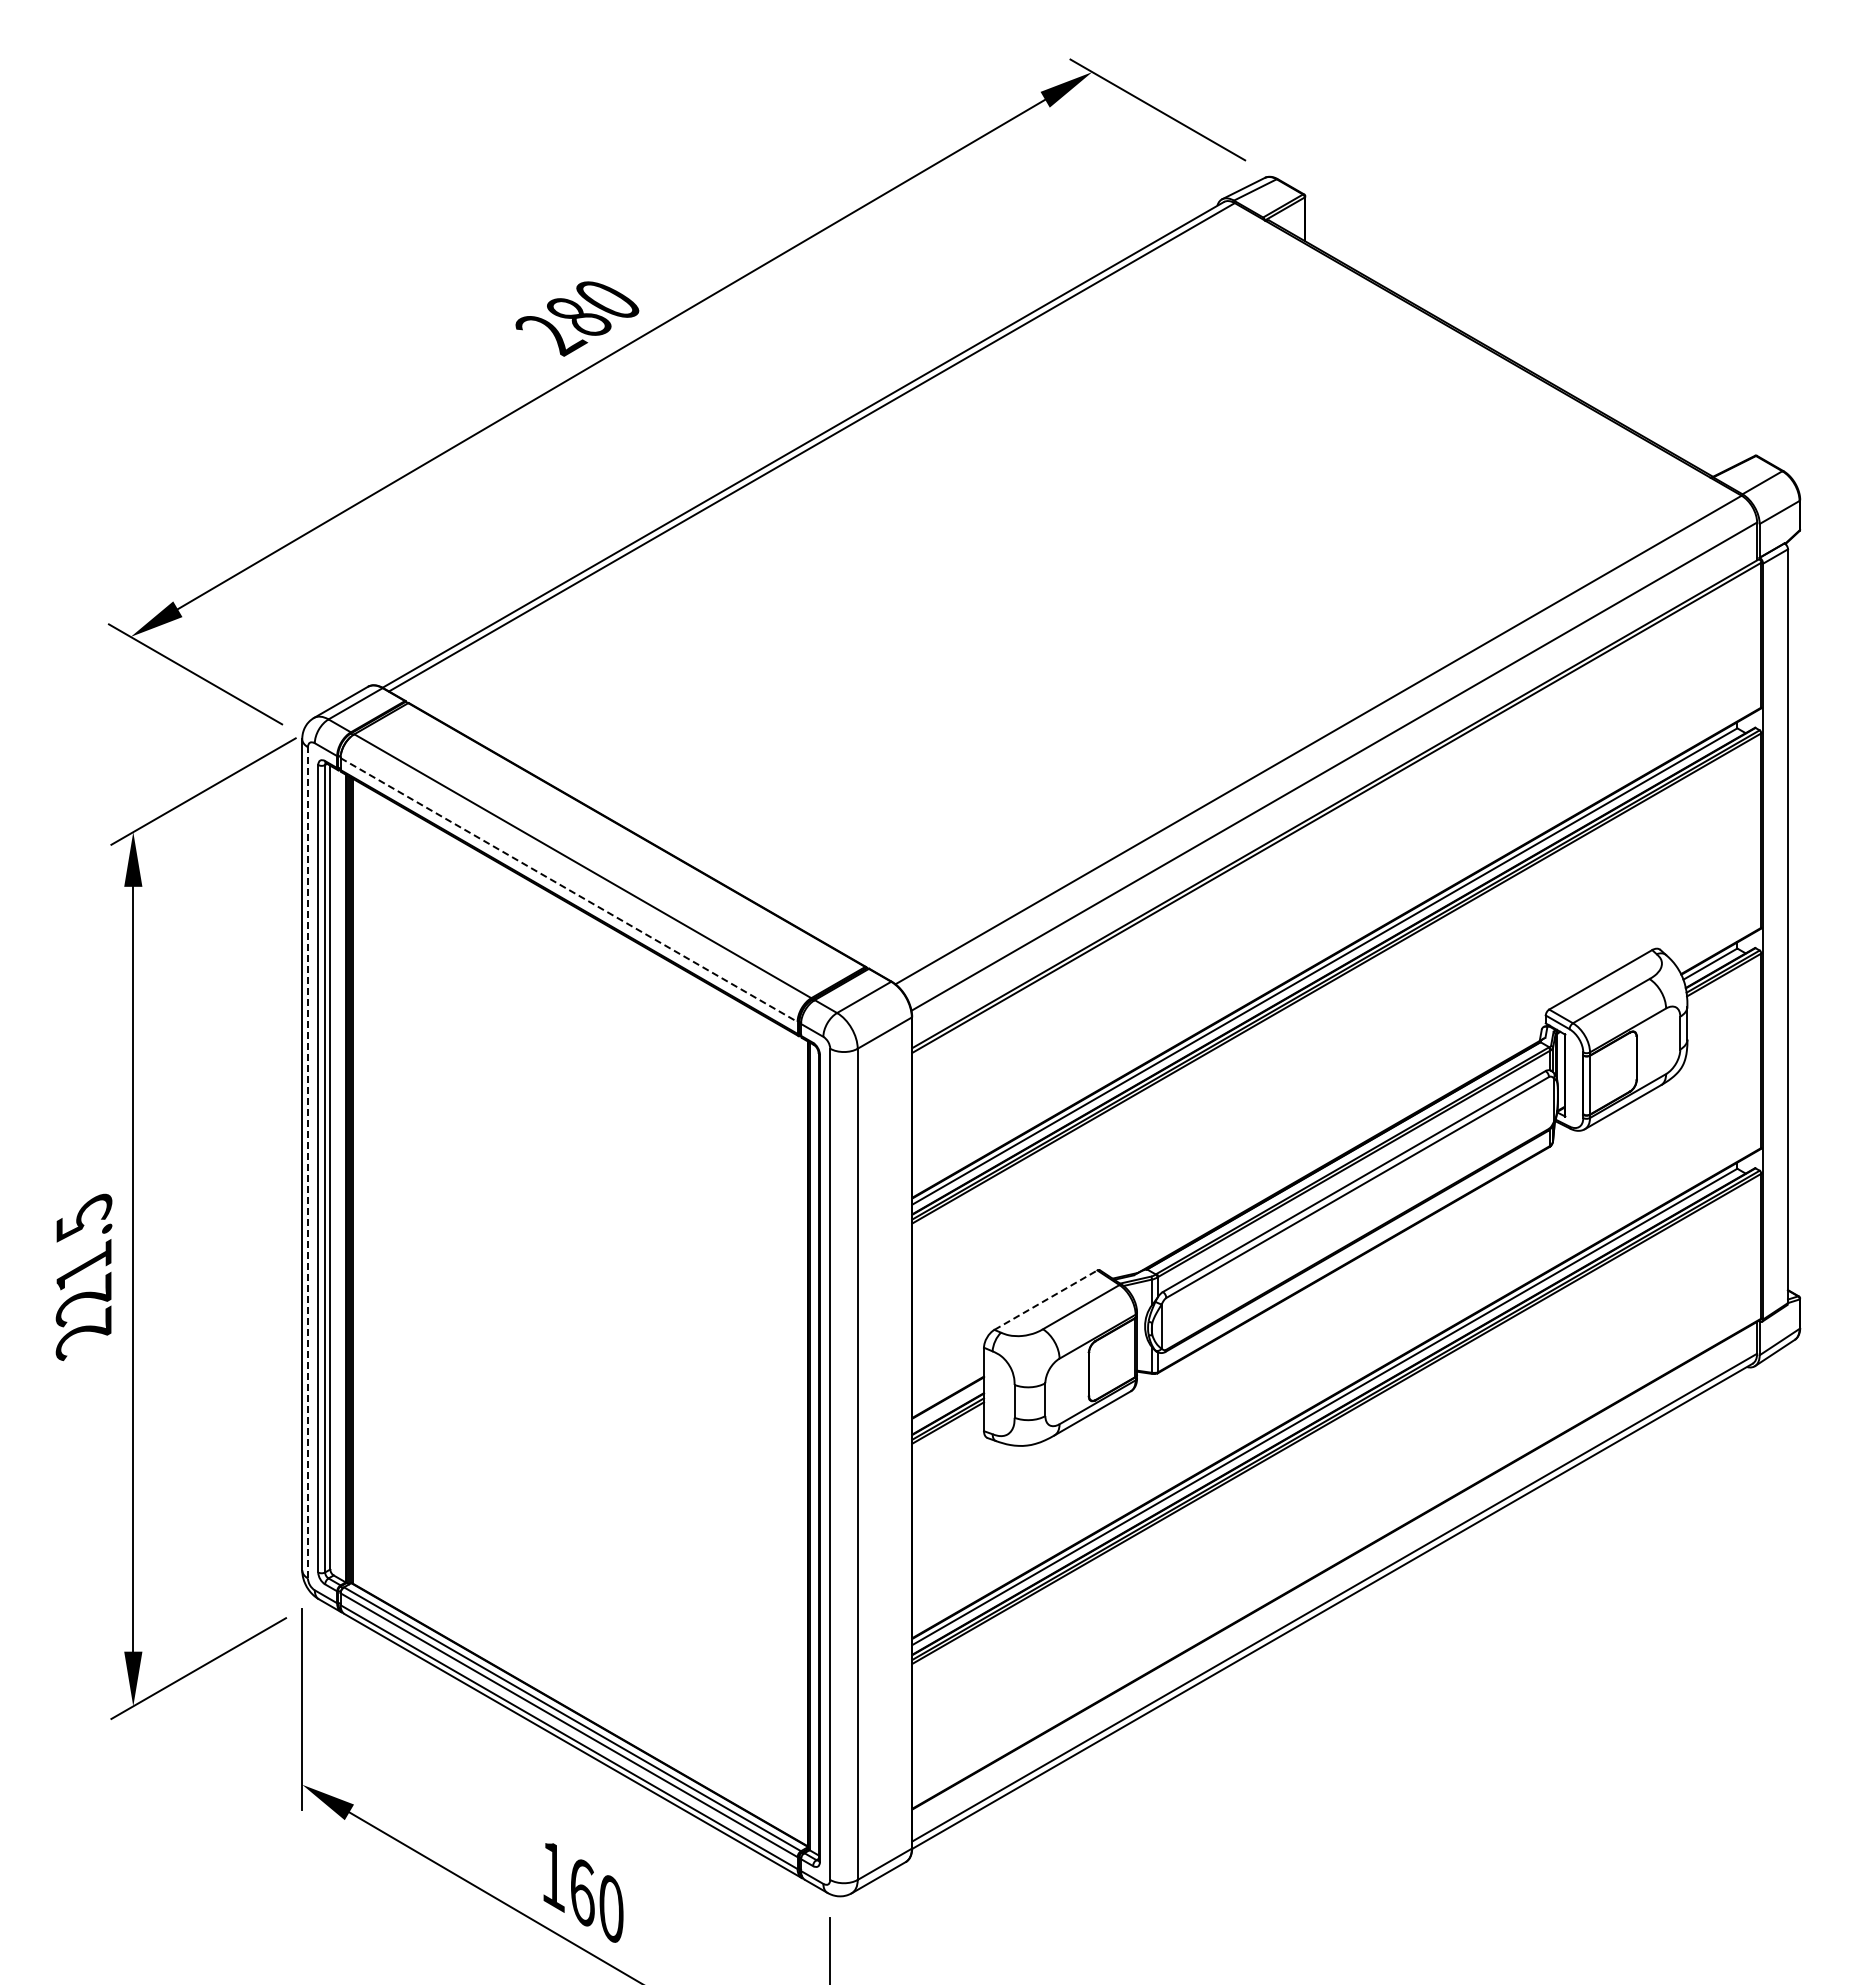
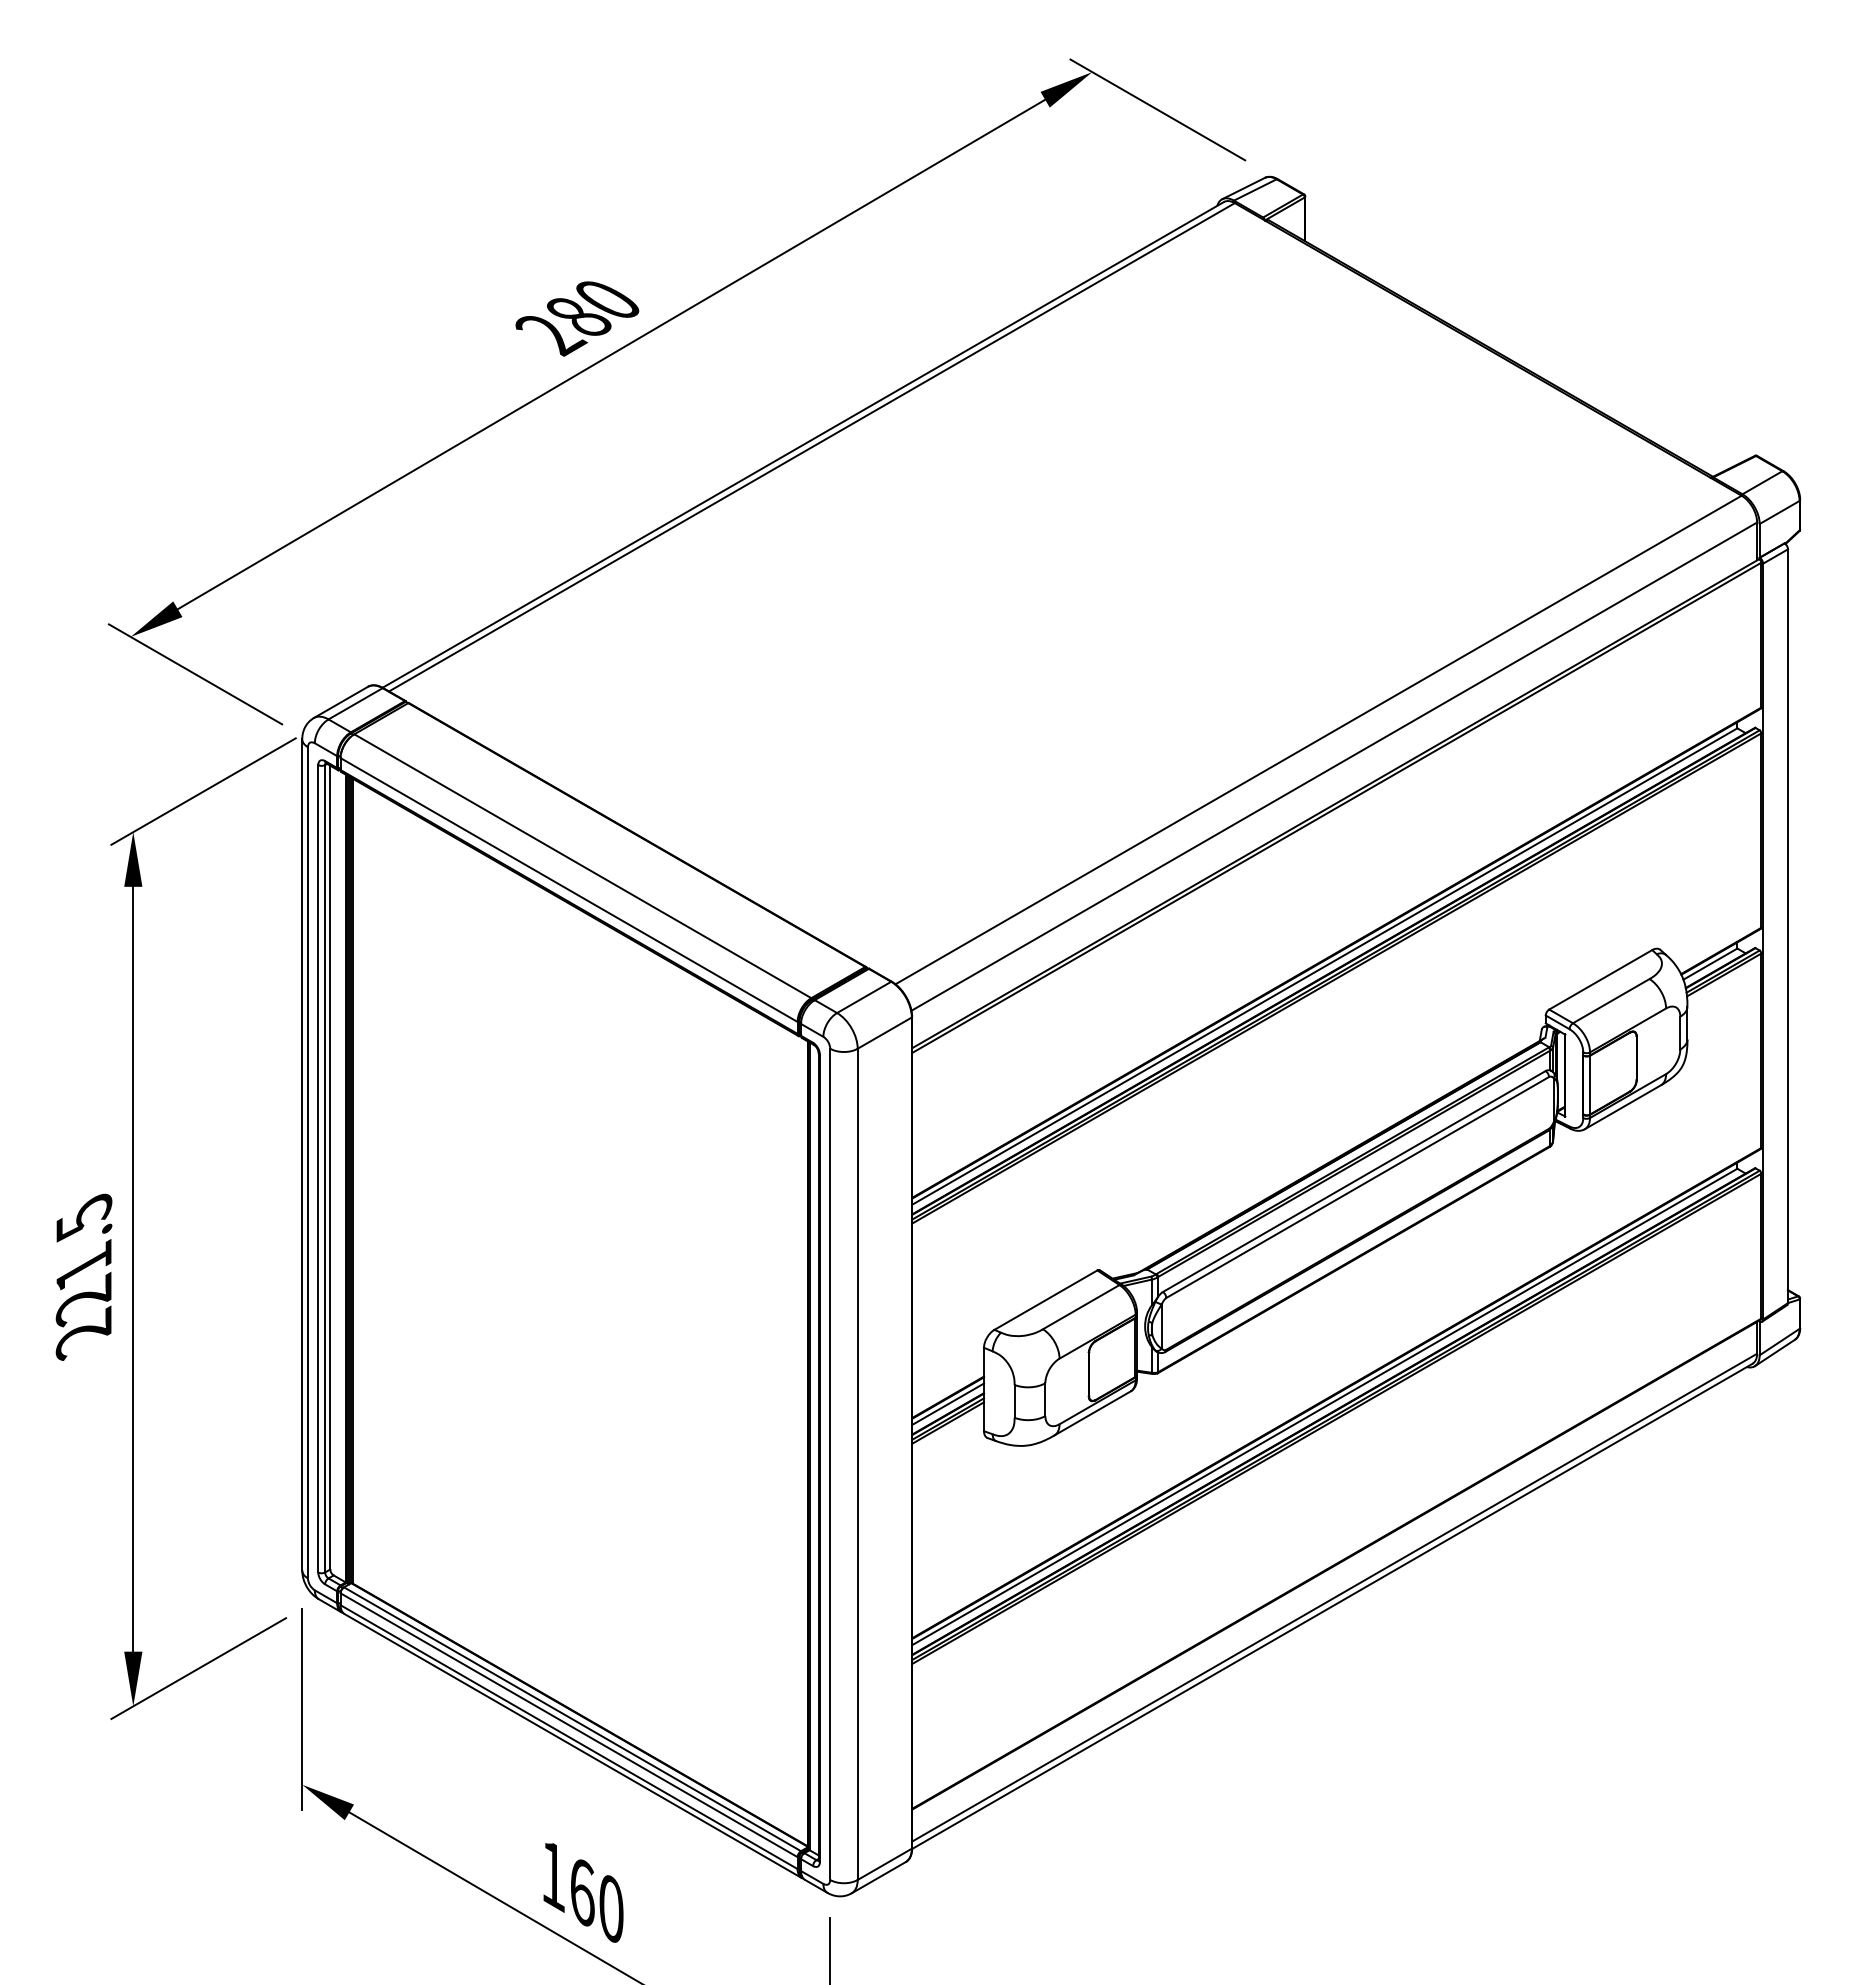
line at (569, 890): dashed -> solid
line at (307, 1162): dashed -> solid
line at (1046, 1299): dashed -> solid
line at (948, 1403): none -> present
